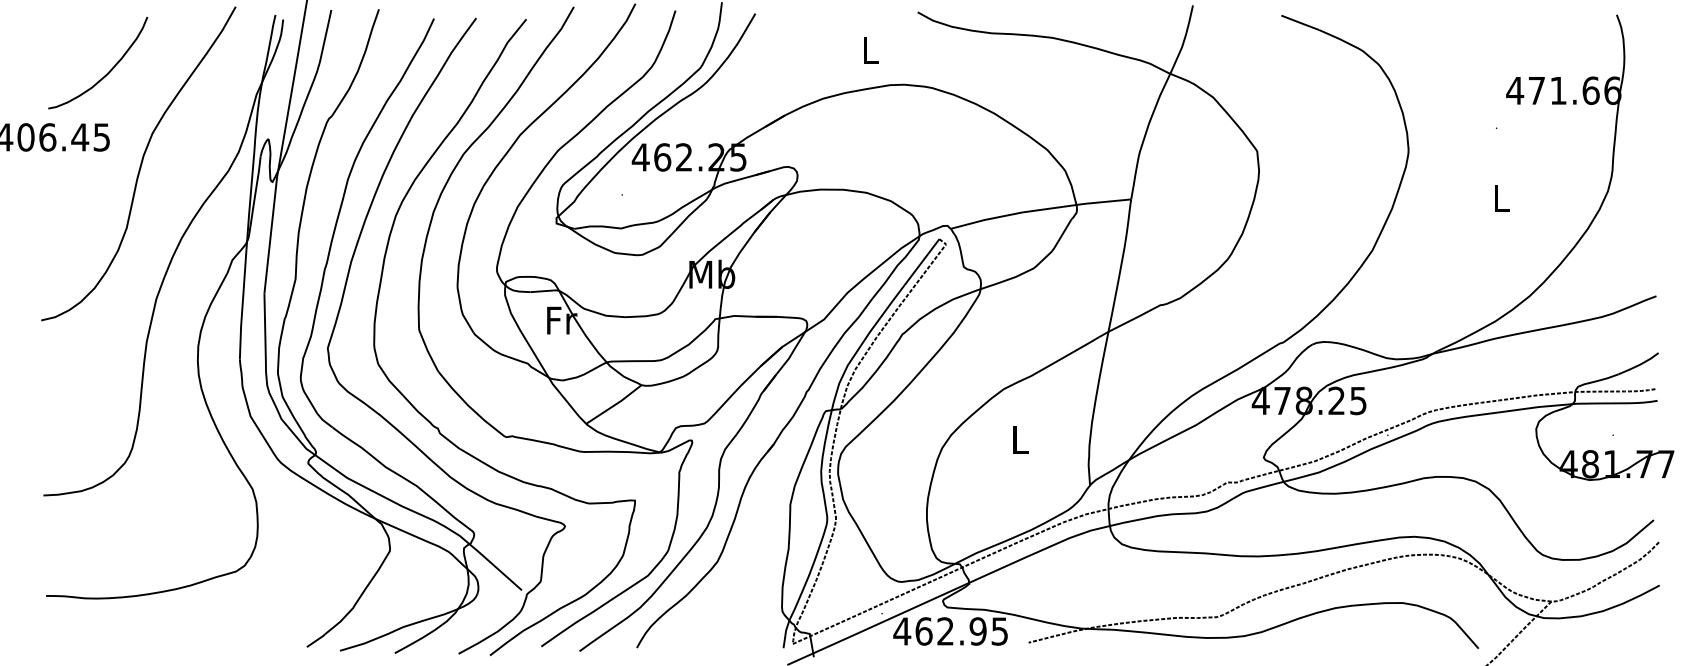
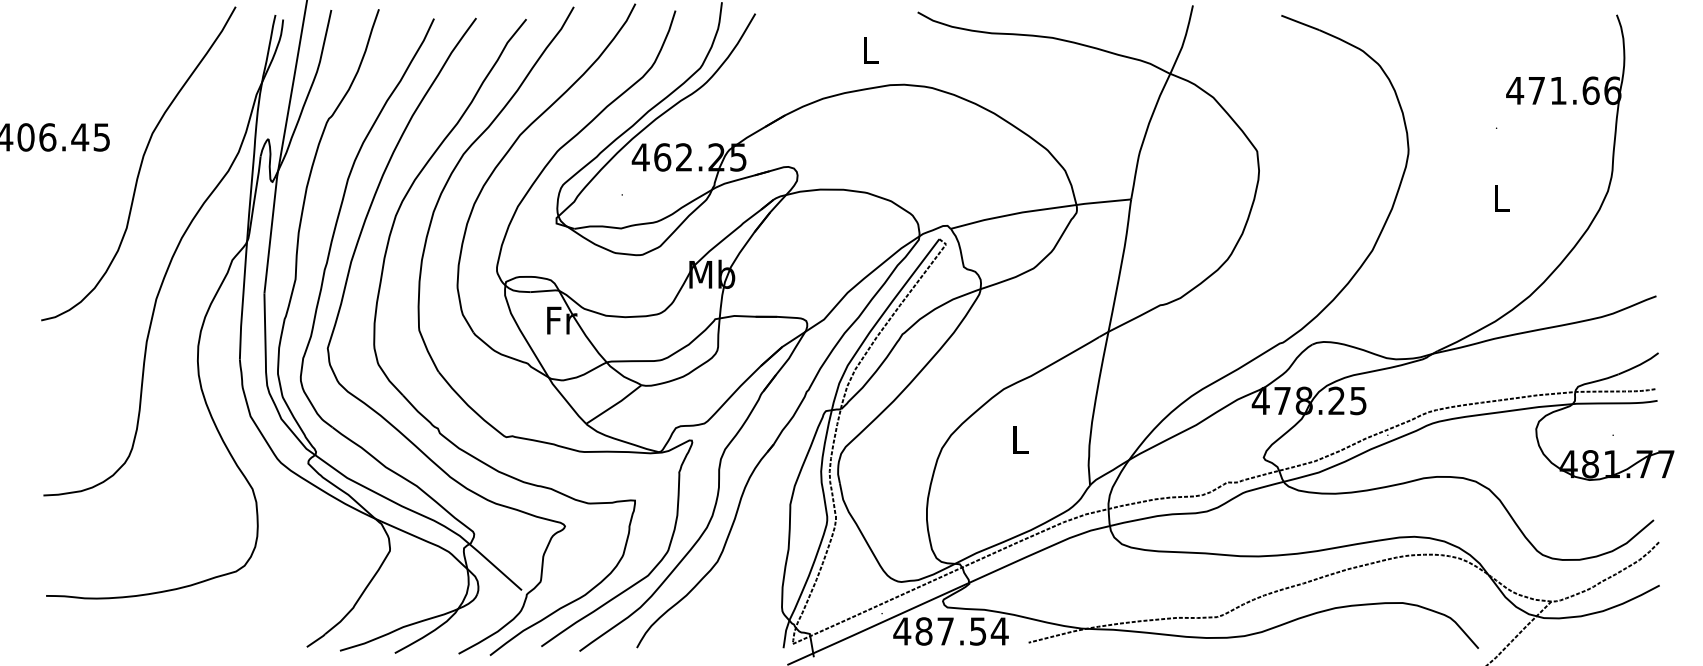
curve at (108, 71): present -> none
text at (961, 631): 462.95 -> 487.54
